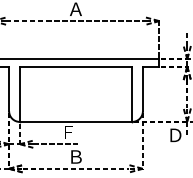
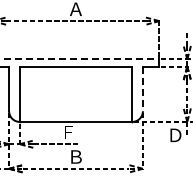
line at (80, 59): solid -> dashed
line at (142, 89): solid -> dashed
